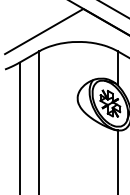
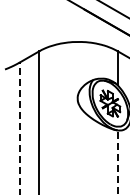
line at (43, 31): present -> none
line at (19, 128): solid -> dashed
line at (117, 162): solid -> dashed
